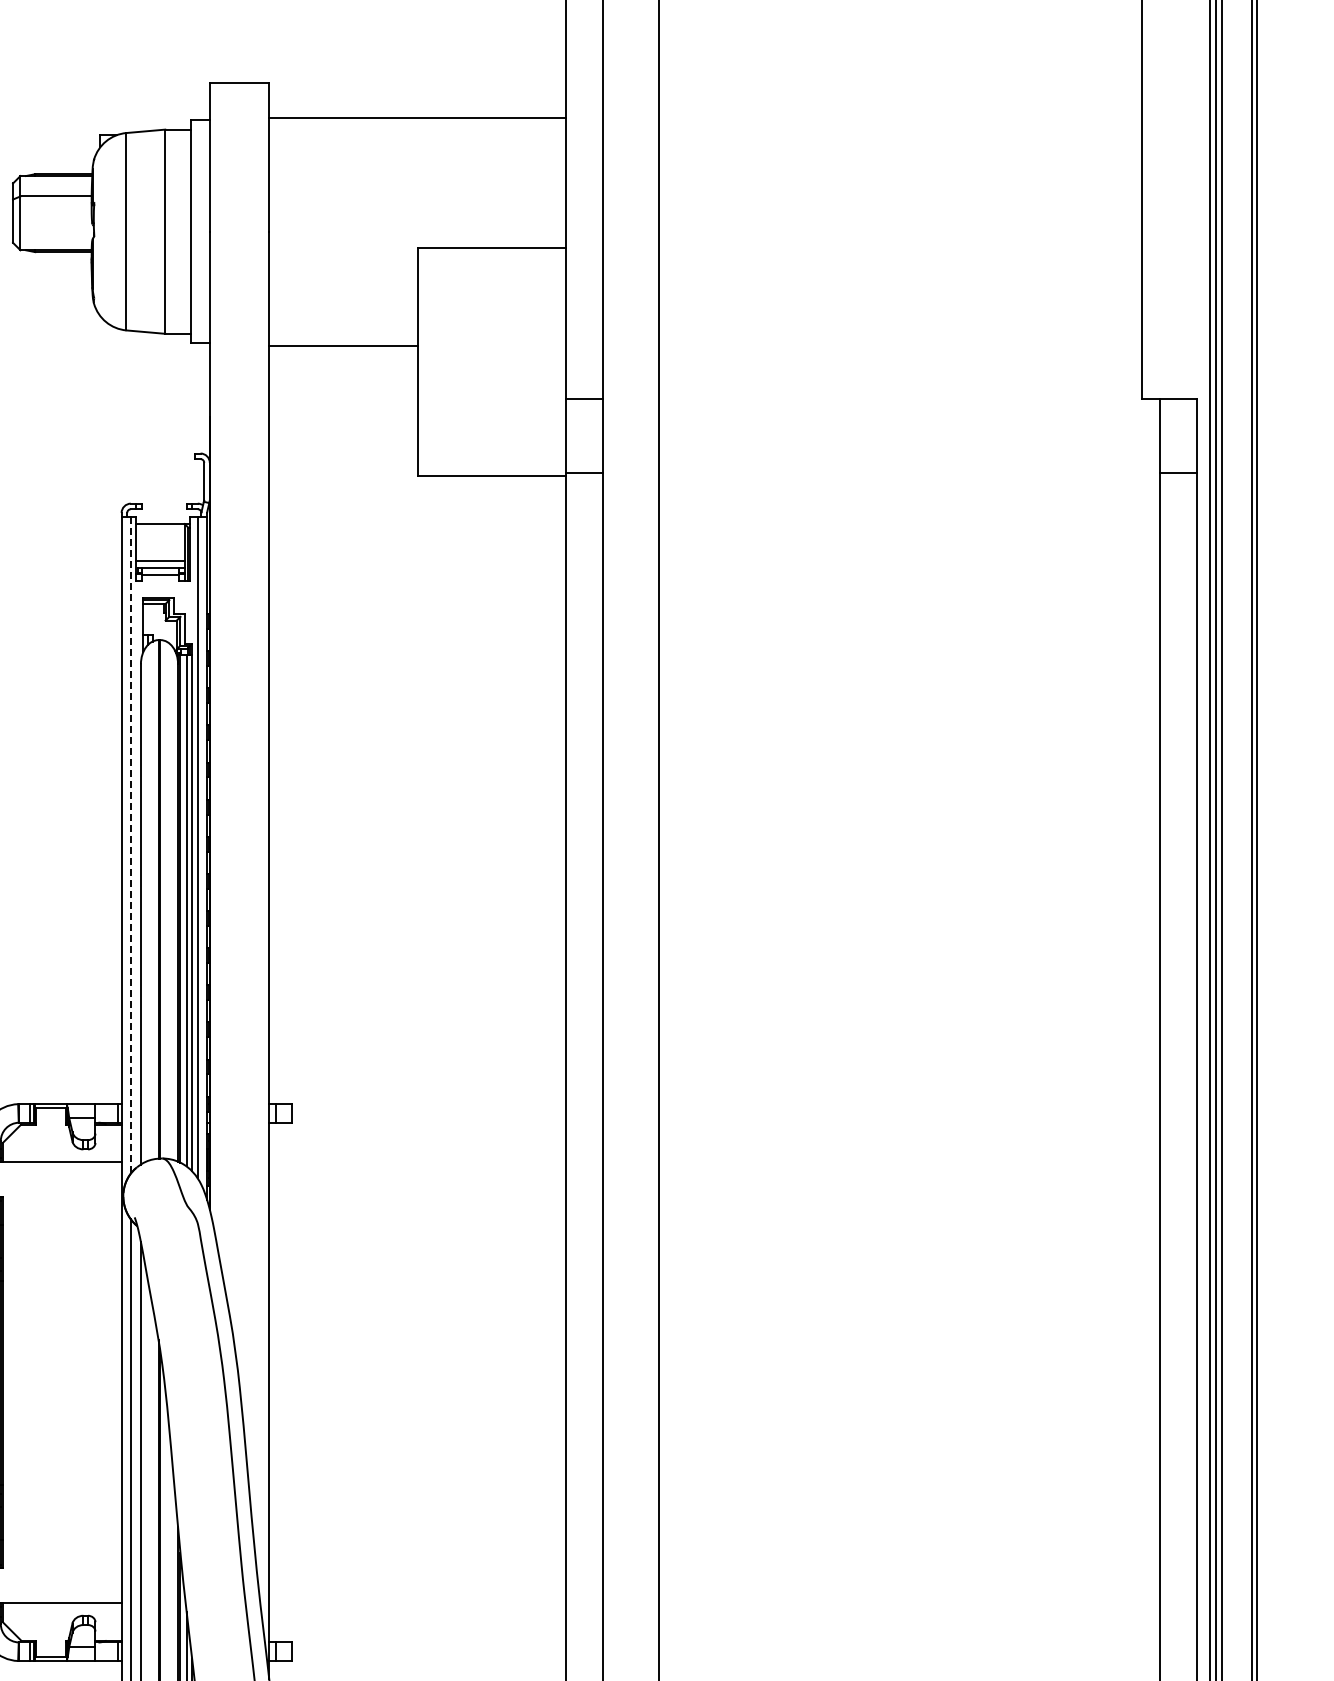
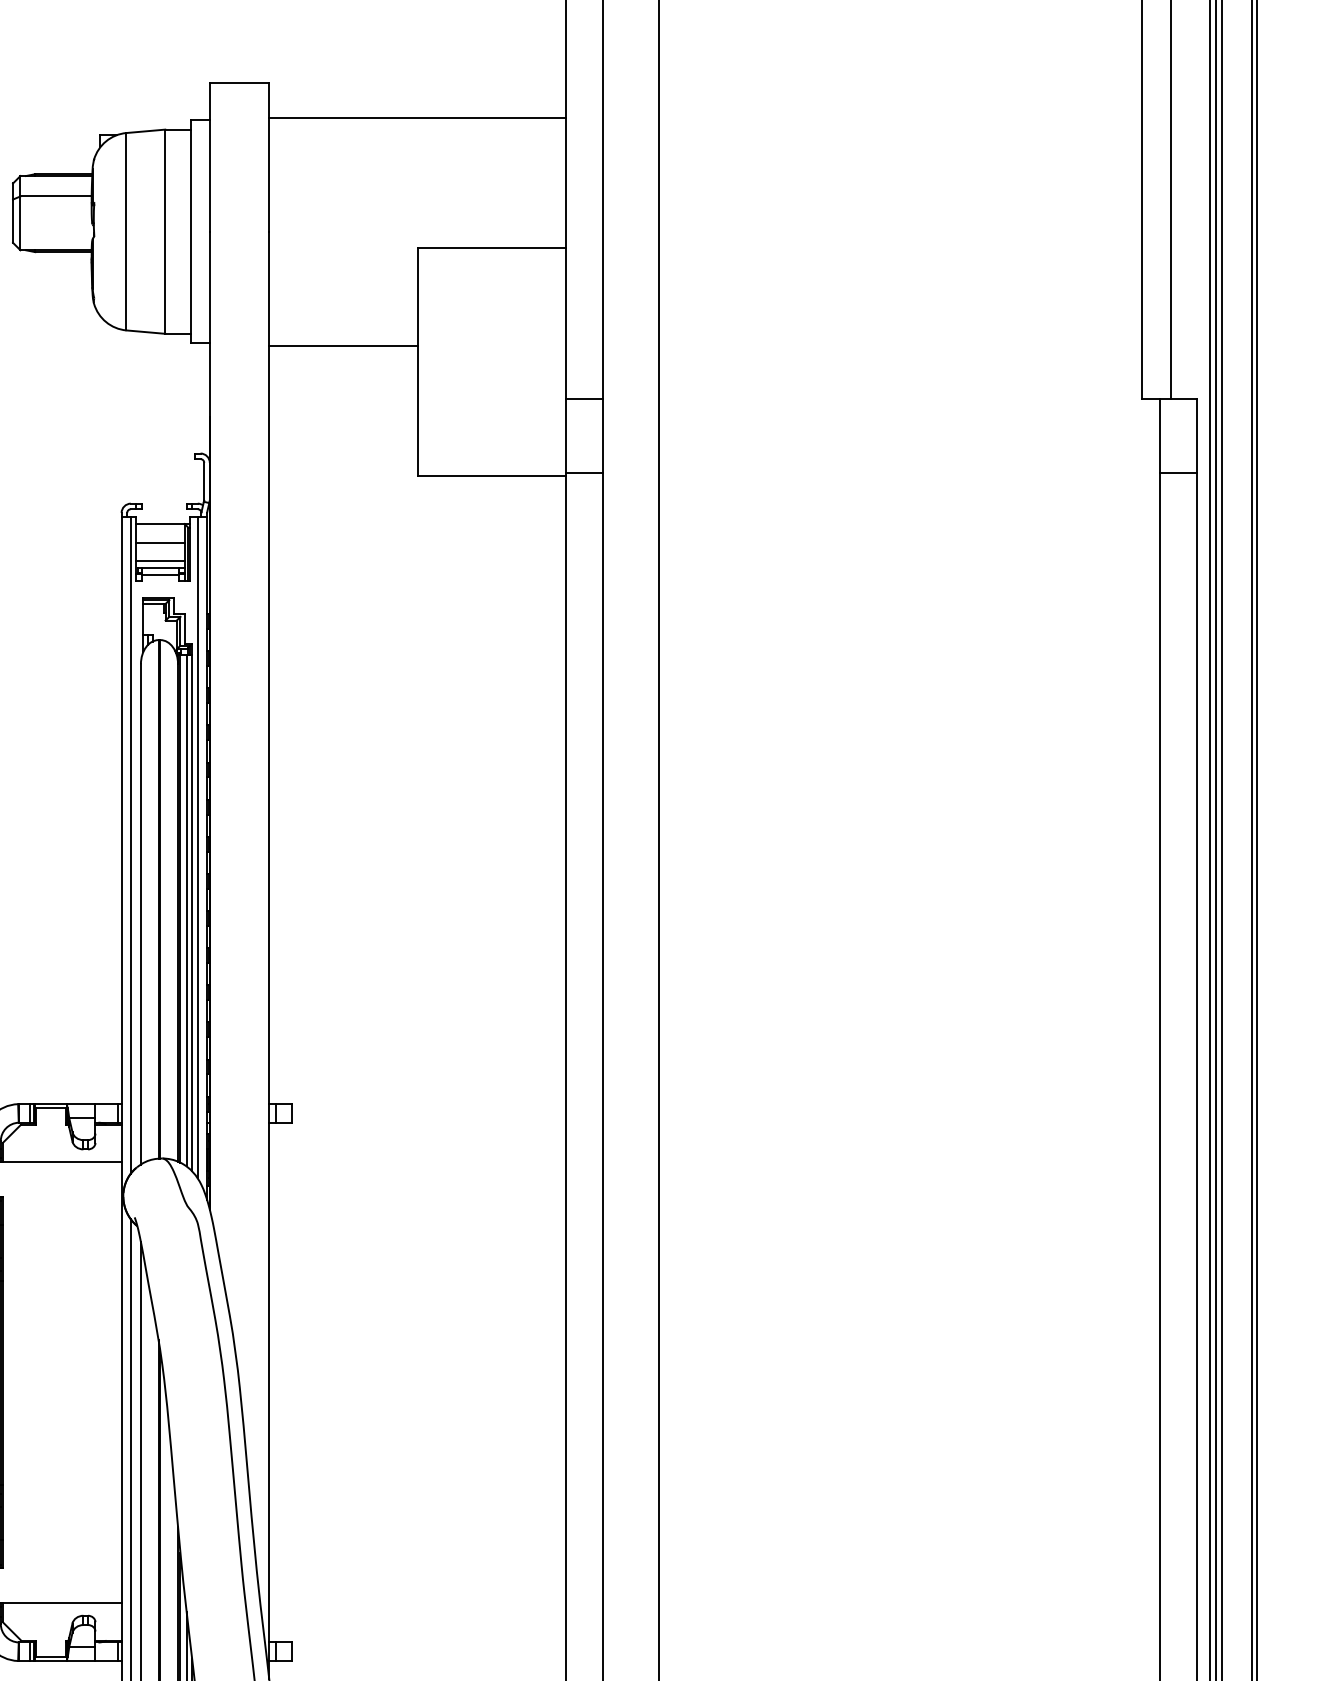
line at (1171, 200): none -> present
line at (160, 542): none -> present
line at (130, 845): dashed -> solid
